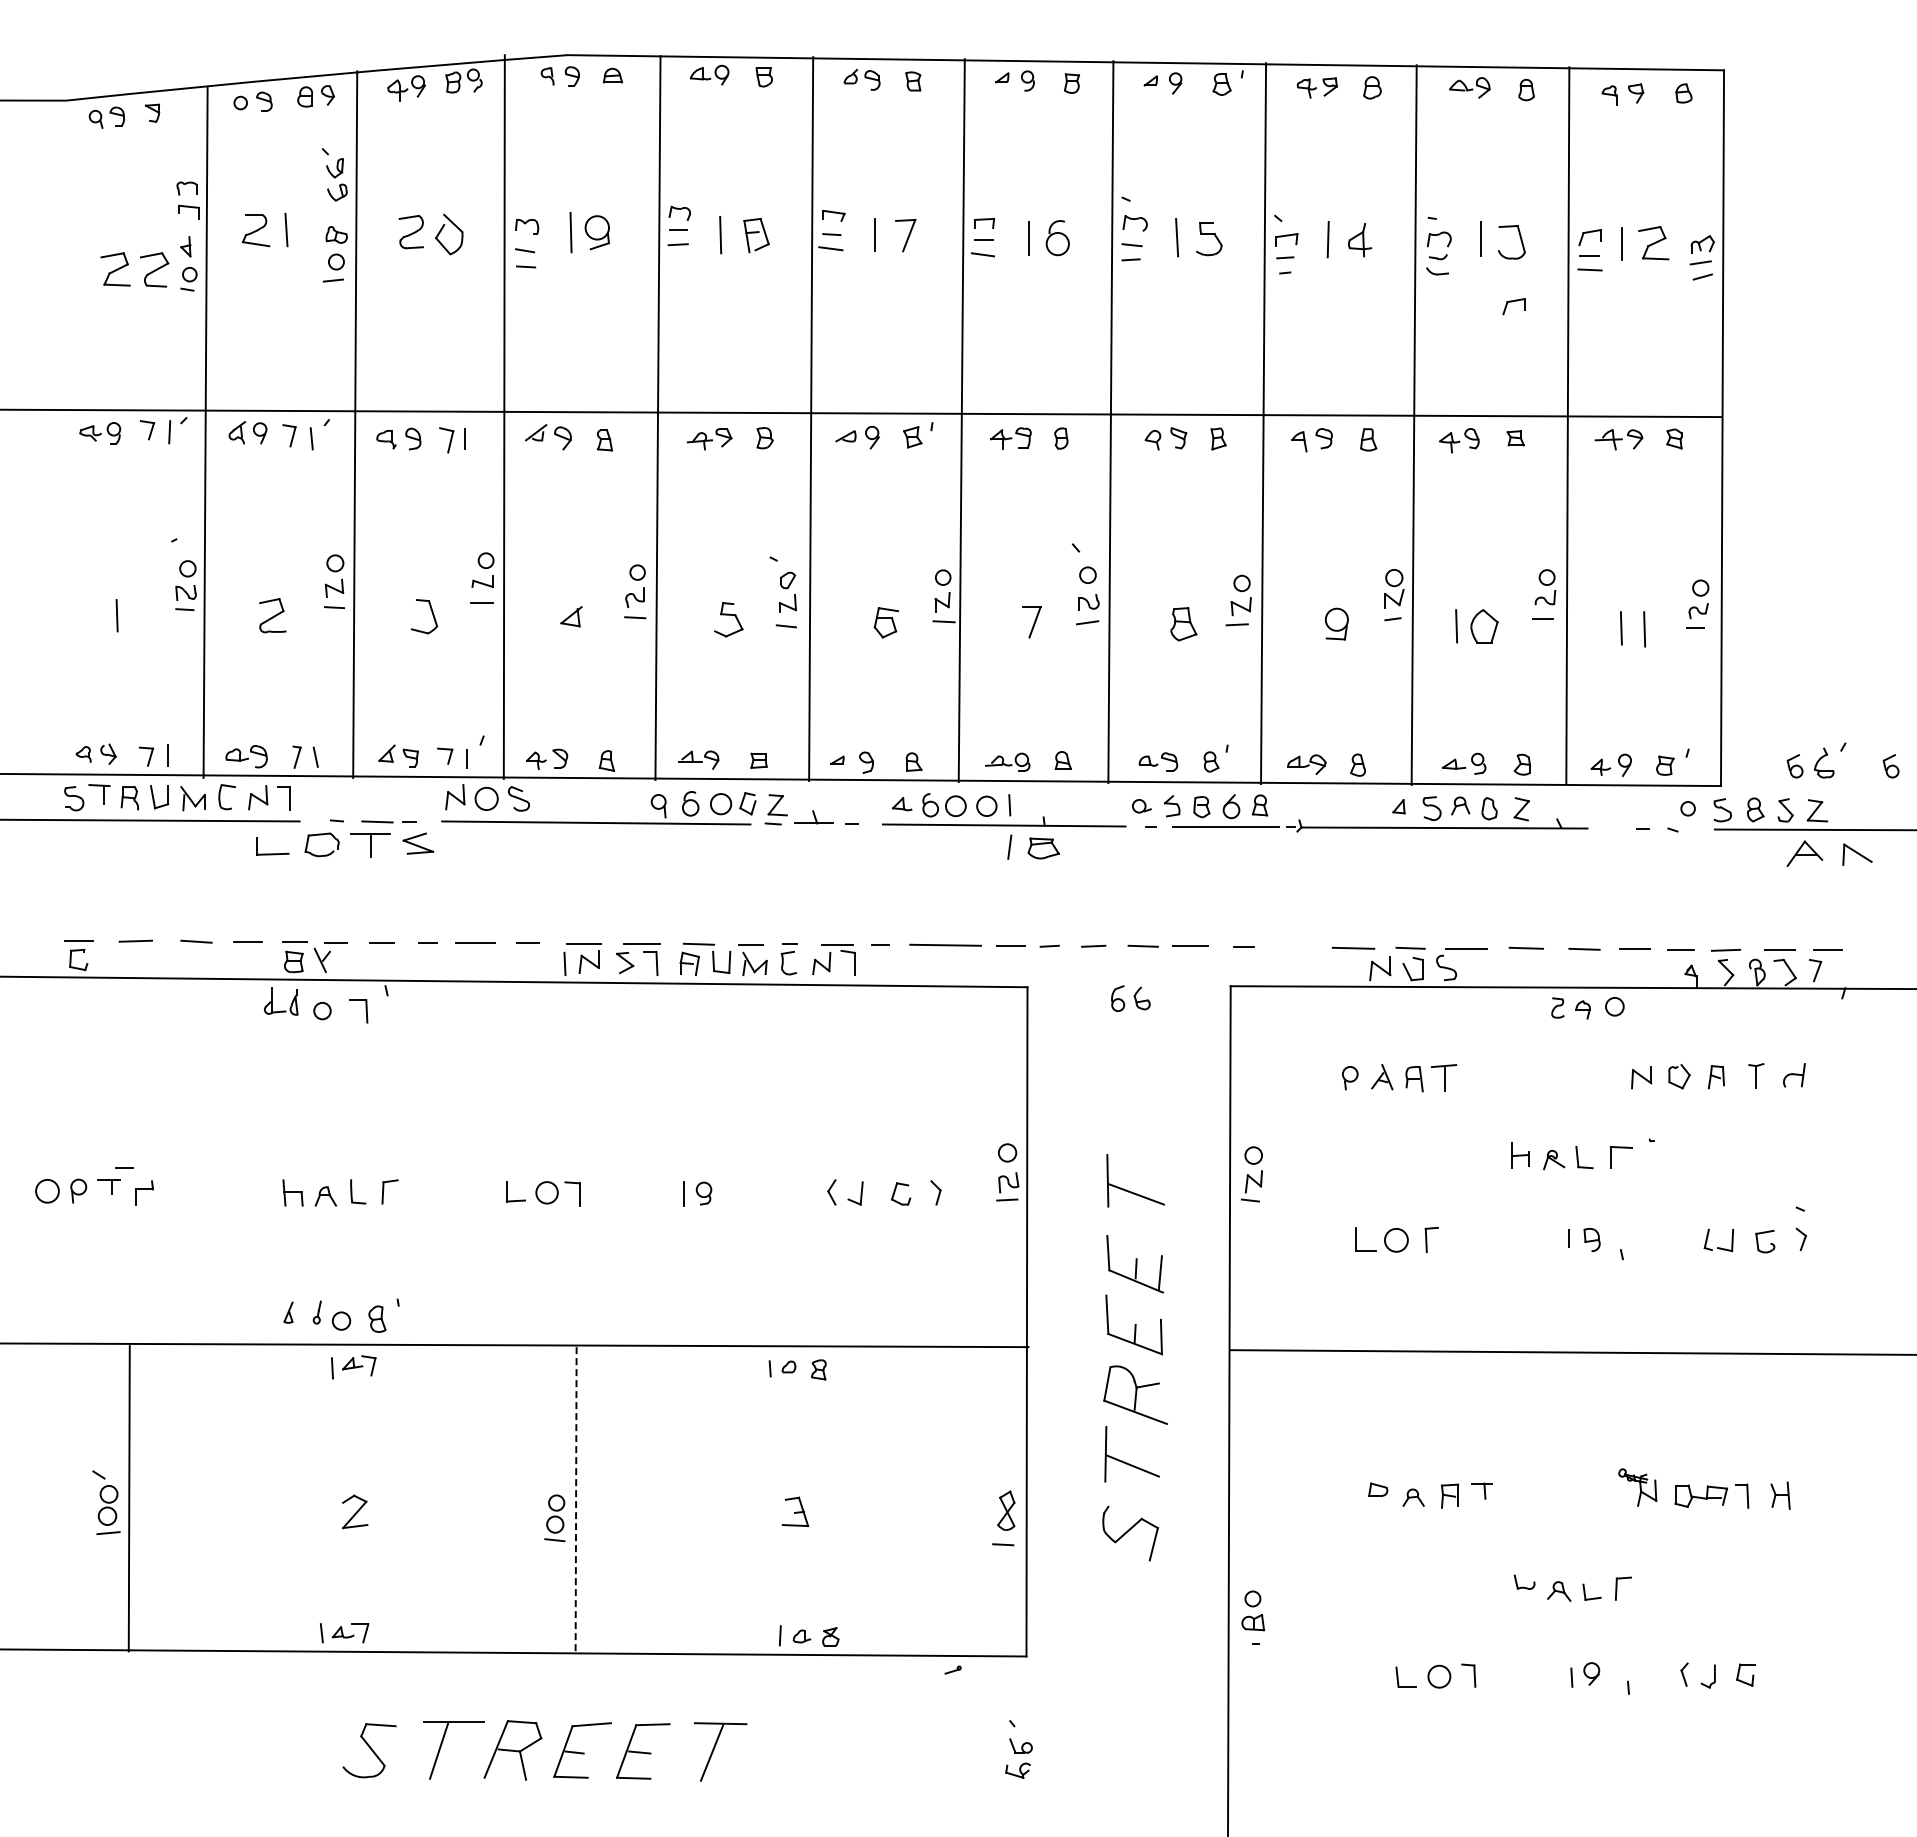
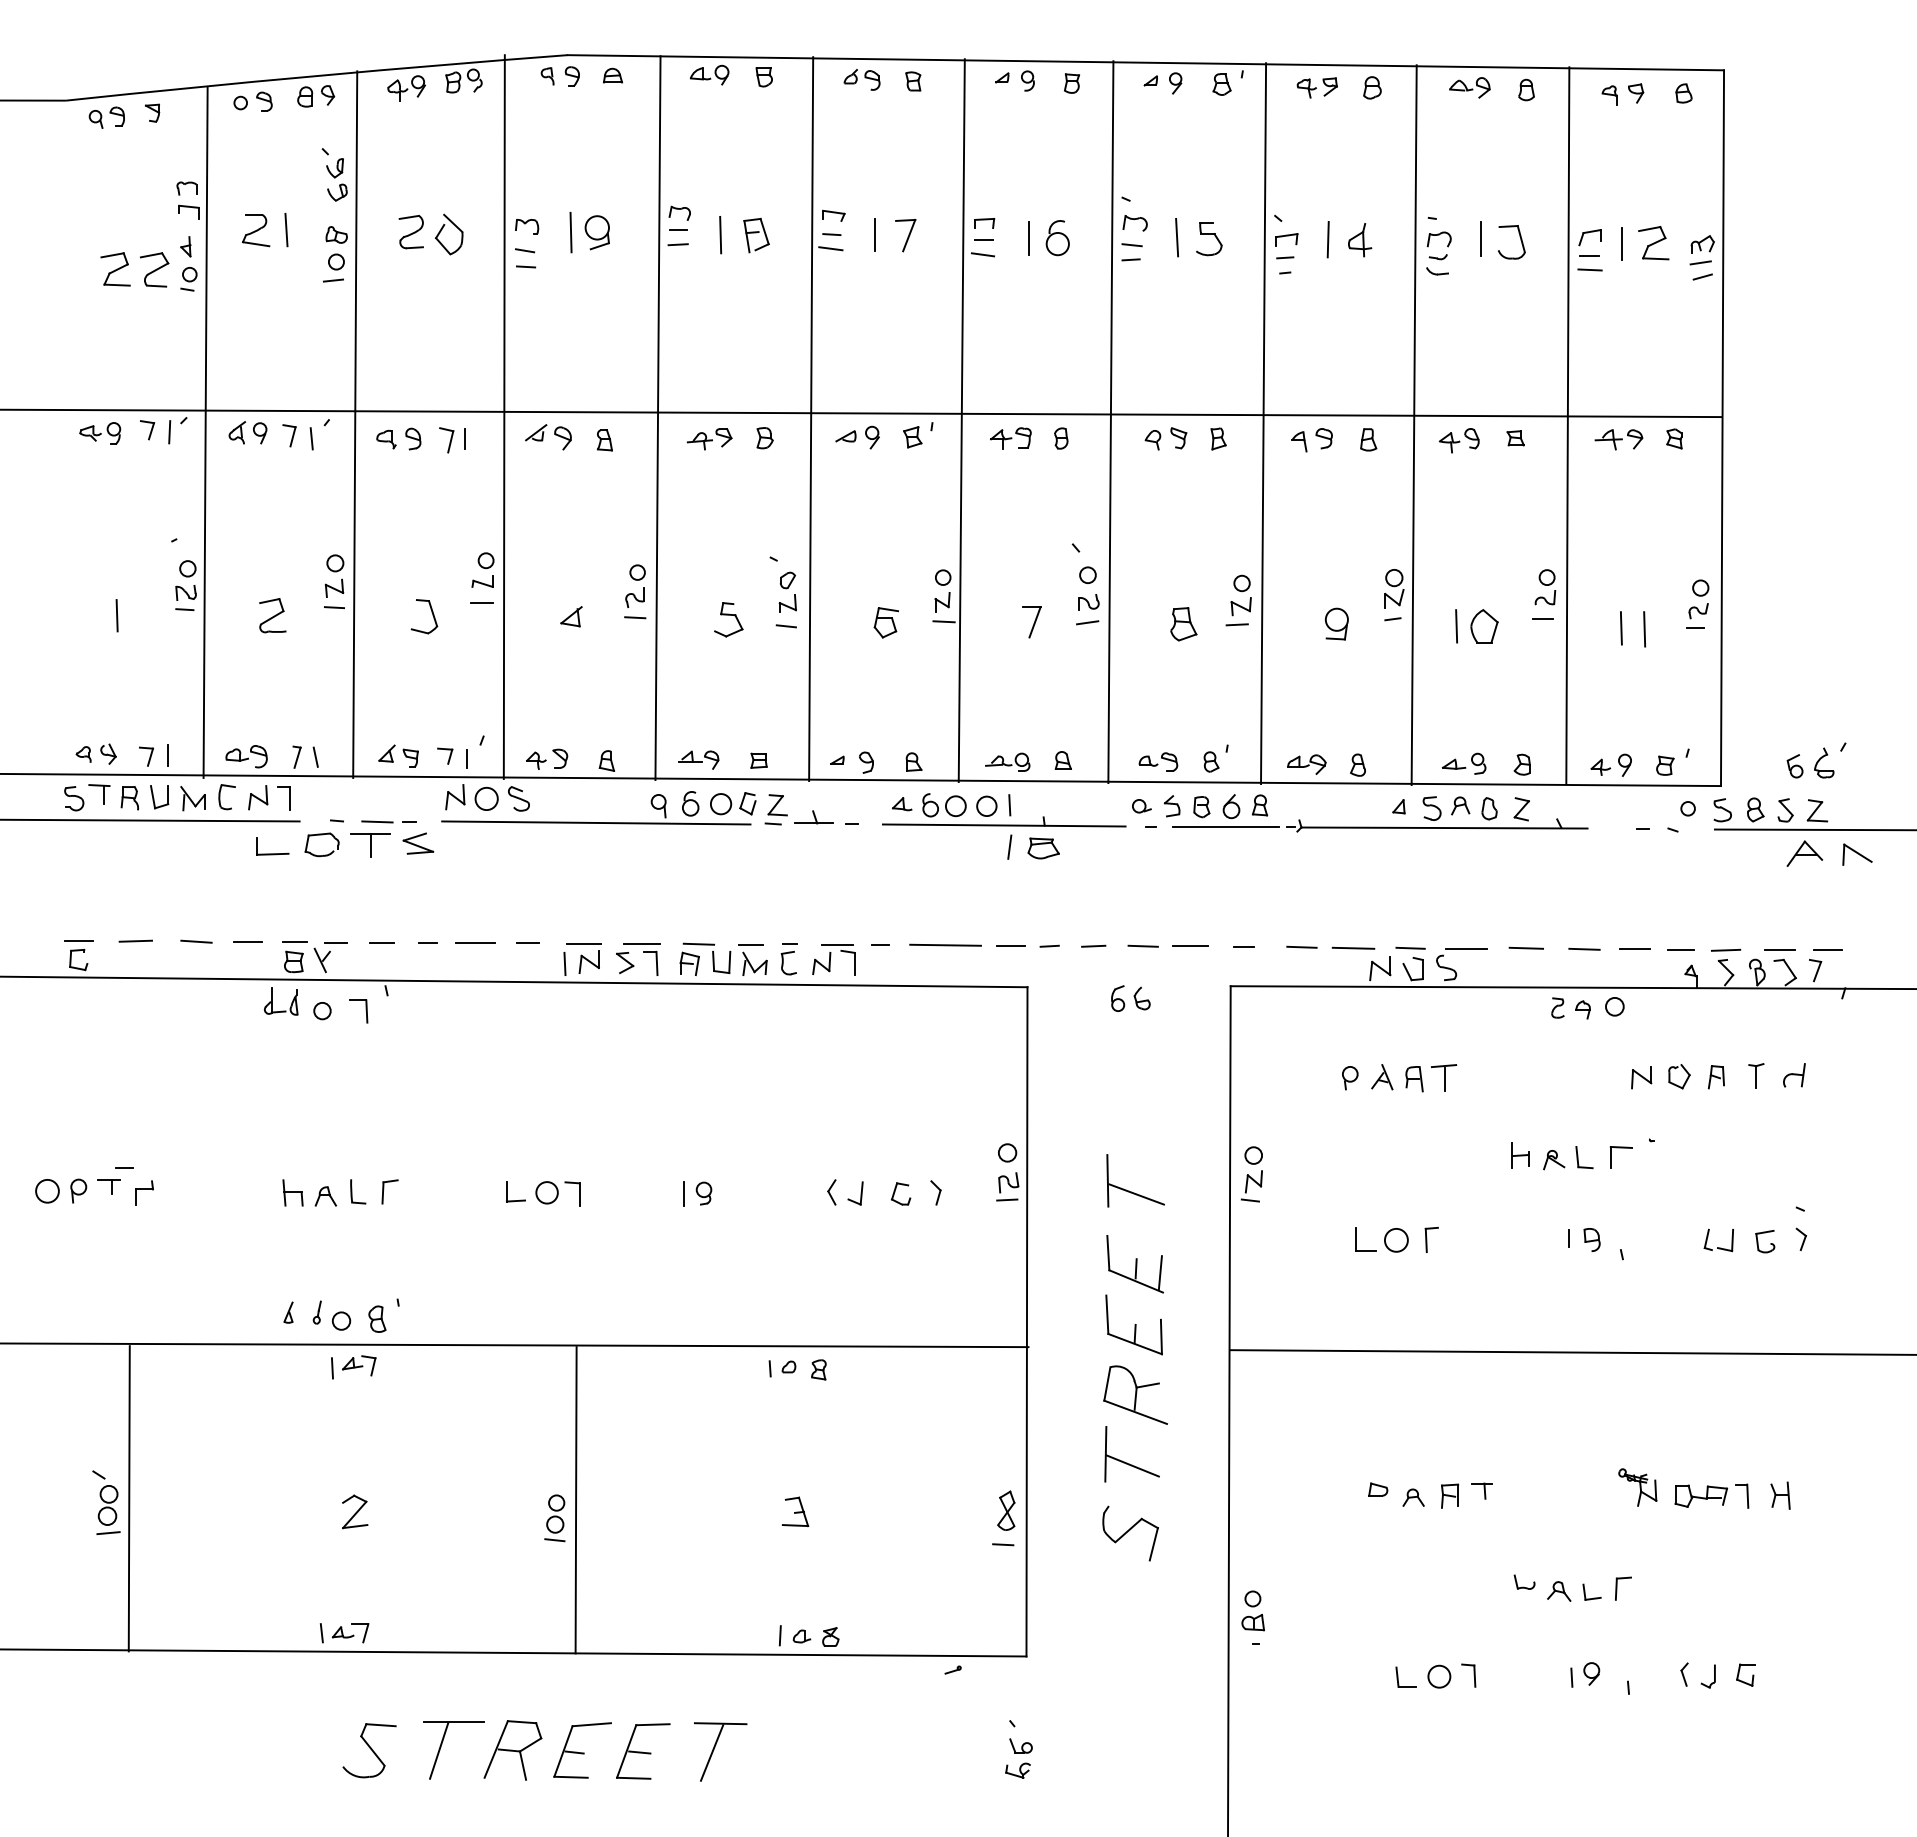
part at (1513, 306): present -> none
part at (1890, 766): present -> none
line at (1301, 946): none -> present
line at (576, 1500): dashed -> solid
